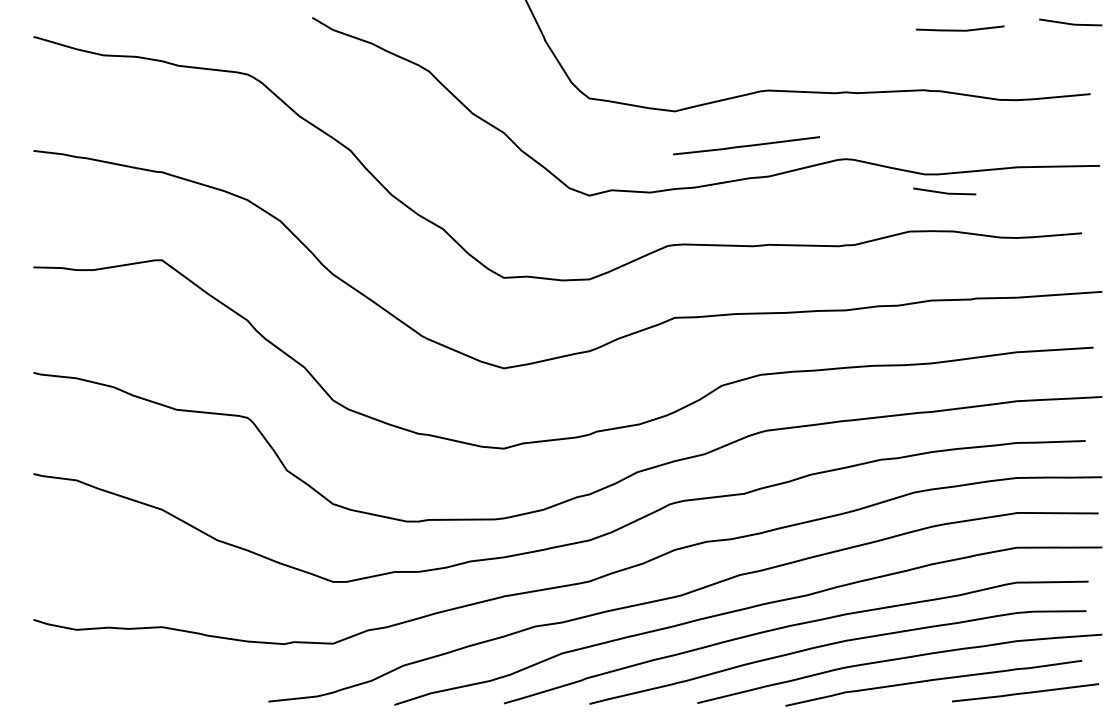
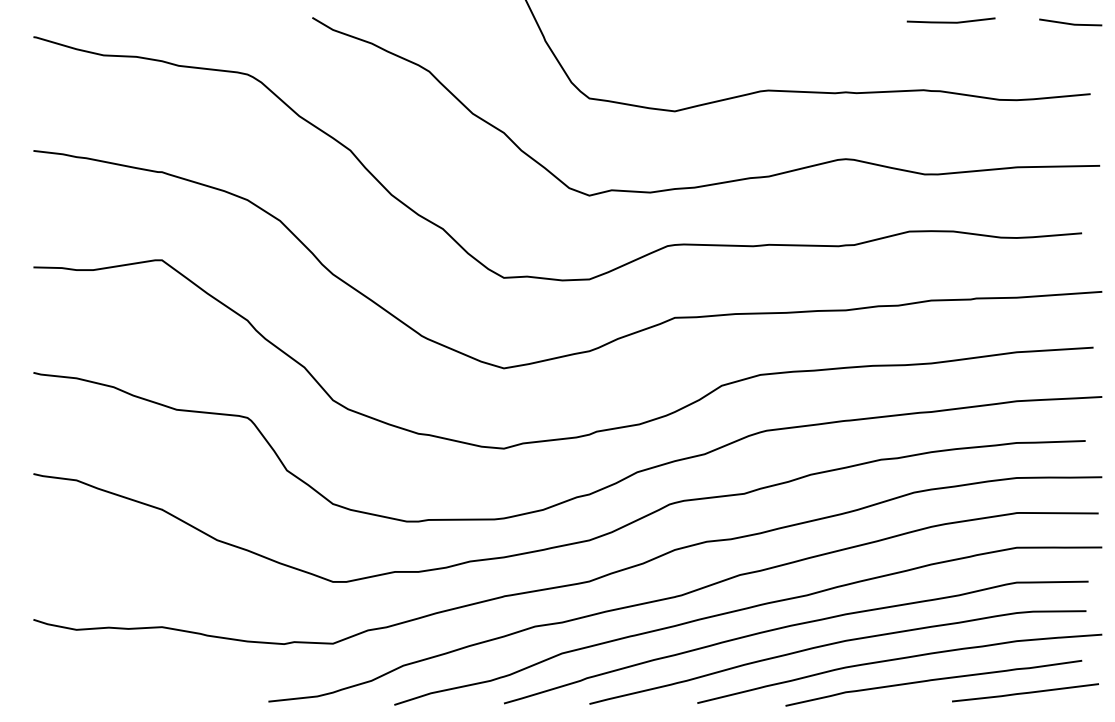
line at (959, 29) position: (959, 29) -> (950, 21)
line at (746, 145): present -> none
line at (944, 192): present -> none
